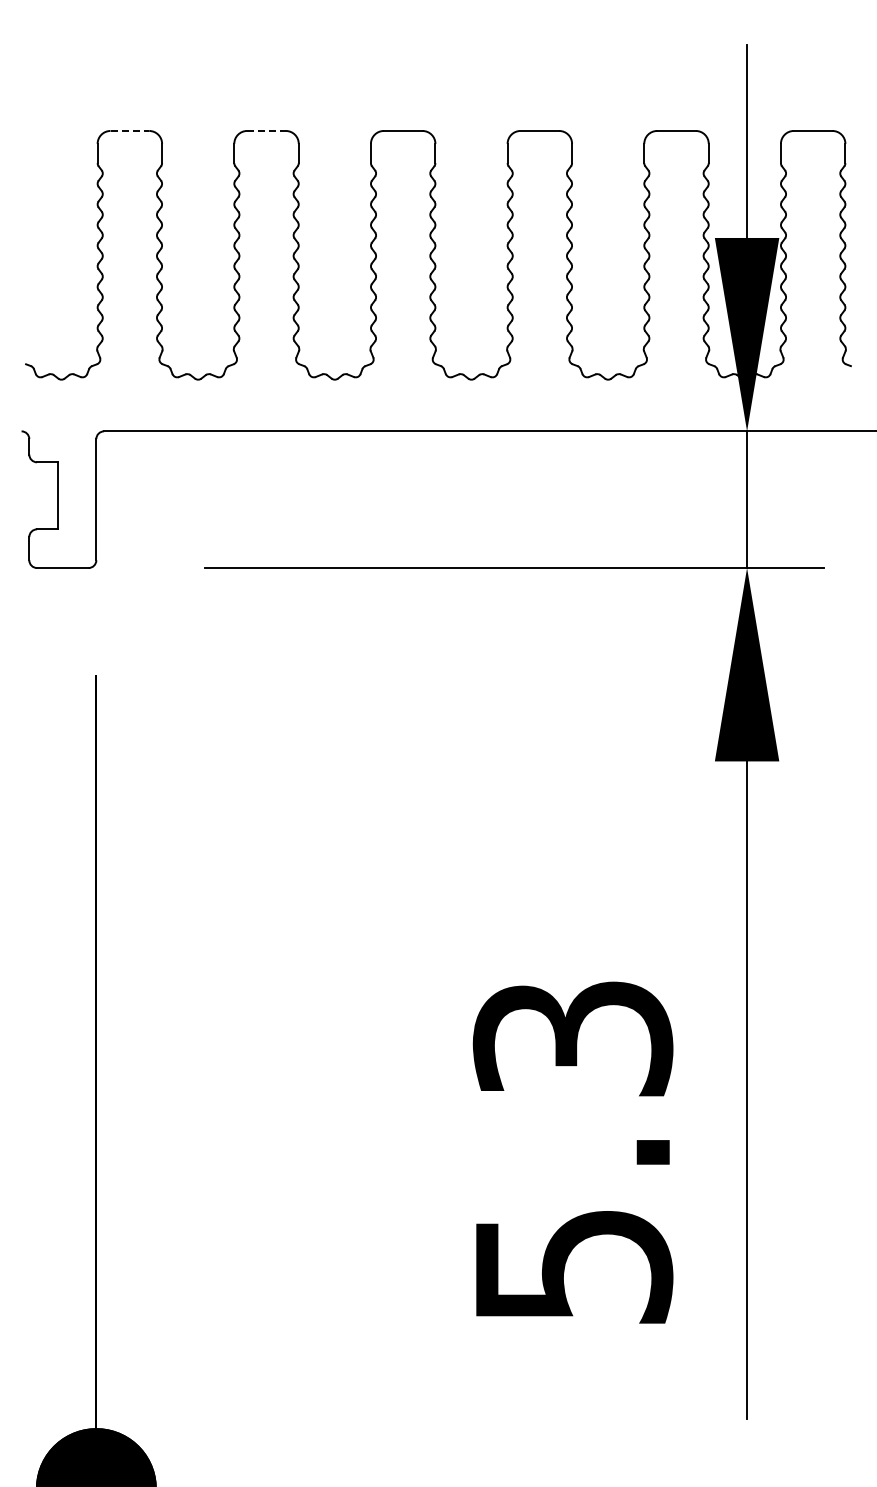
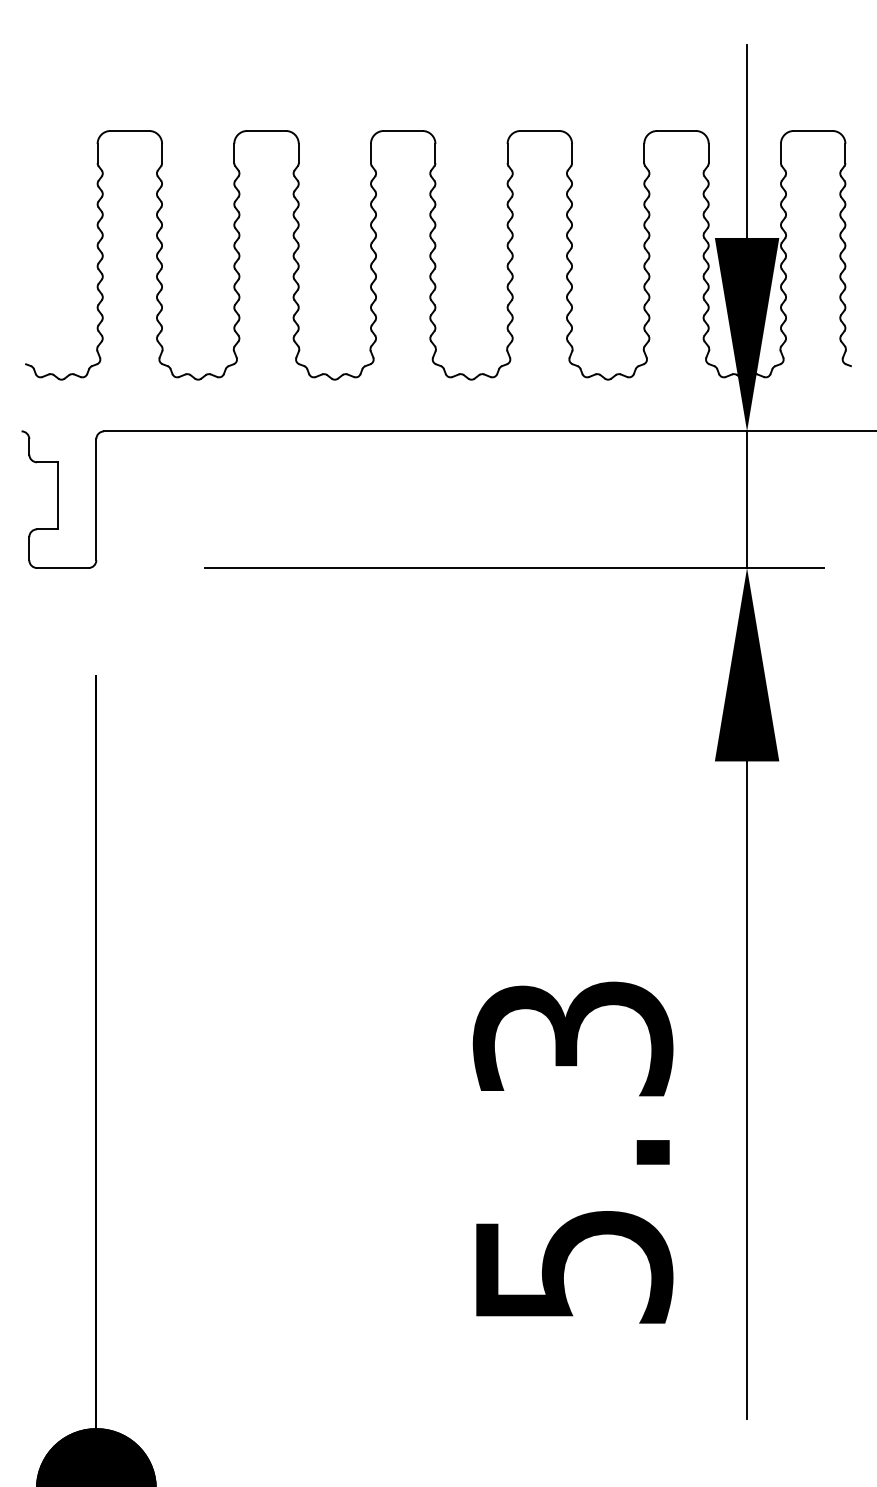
line at (130, 130): dashed -> solid
line at (267, 130): dashed -> solid
